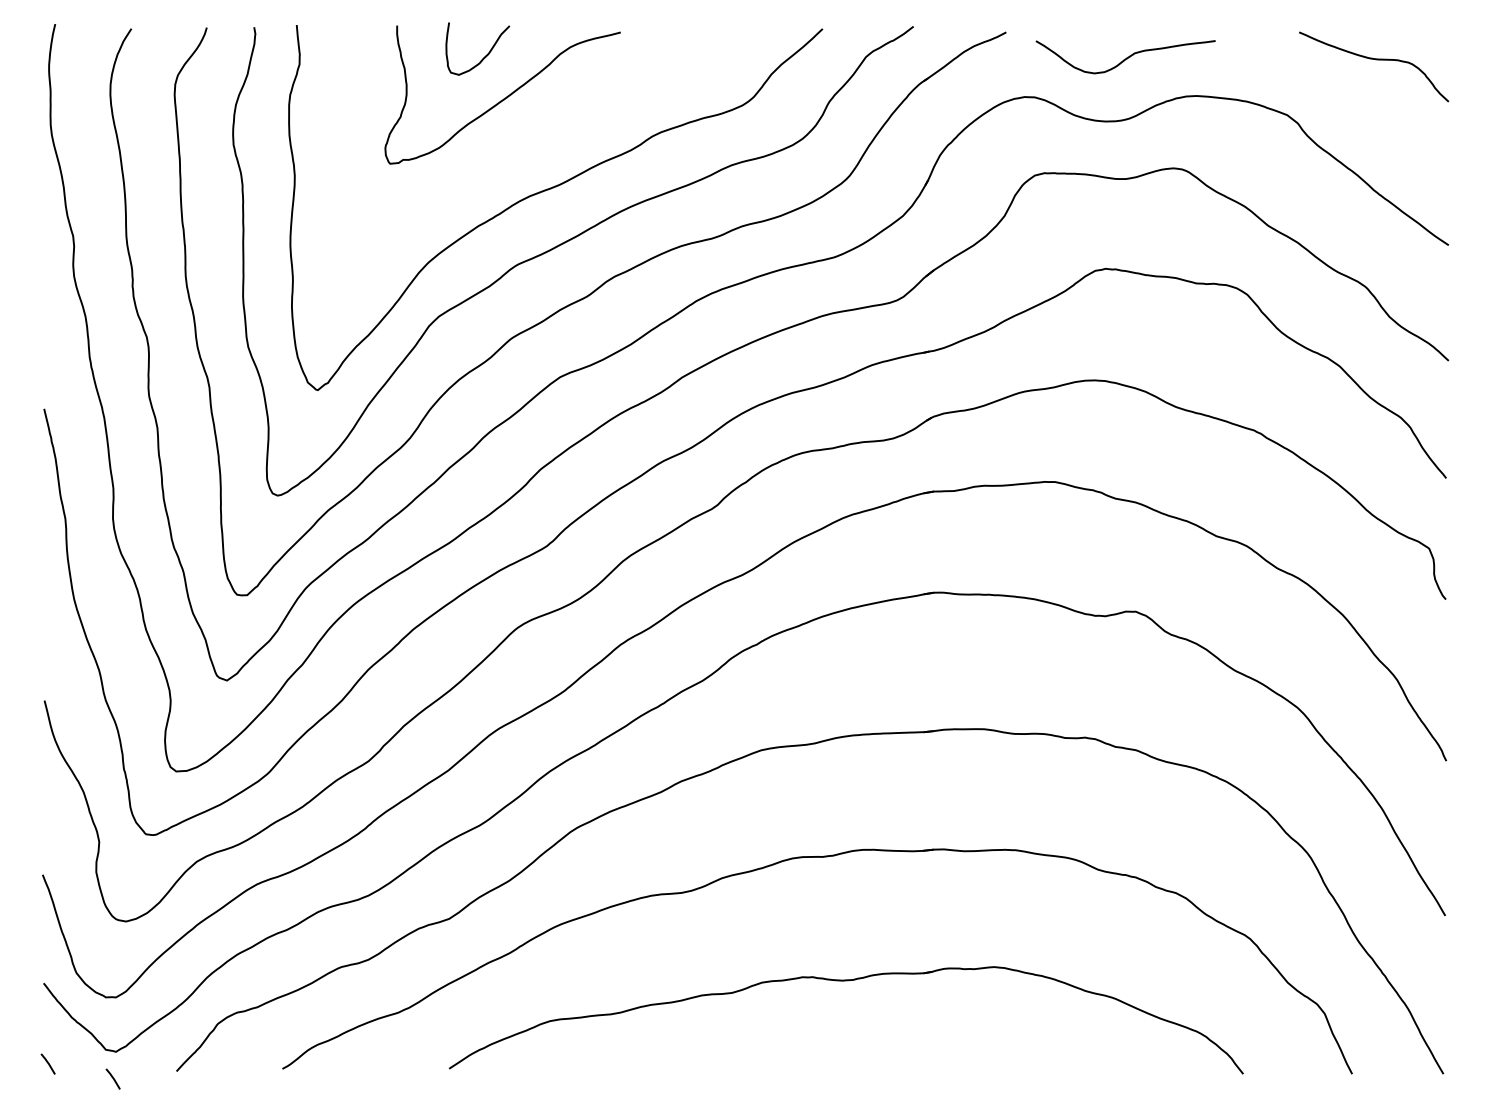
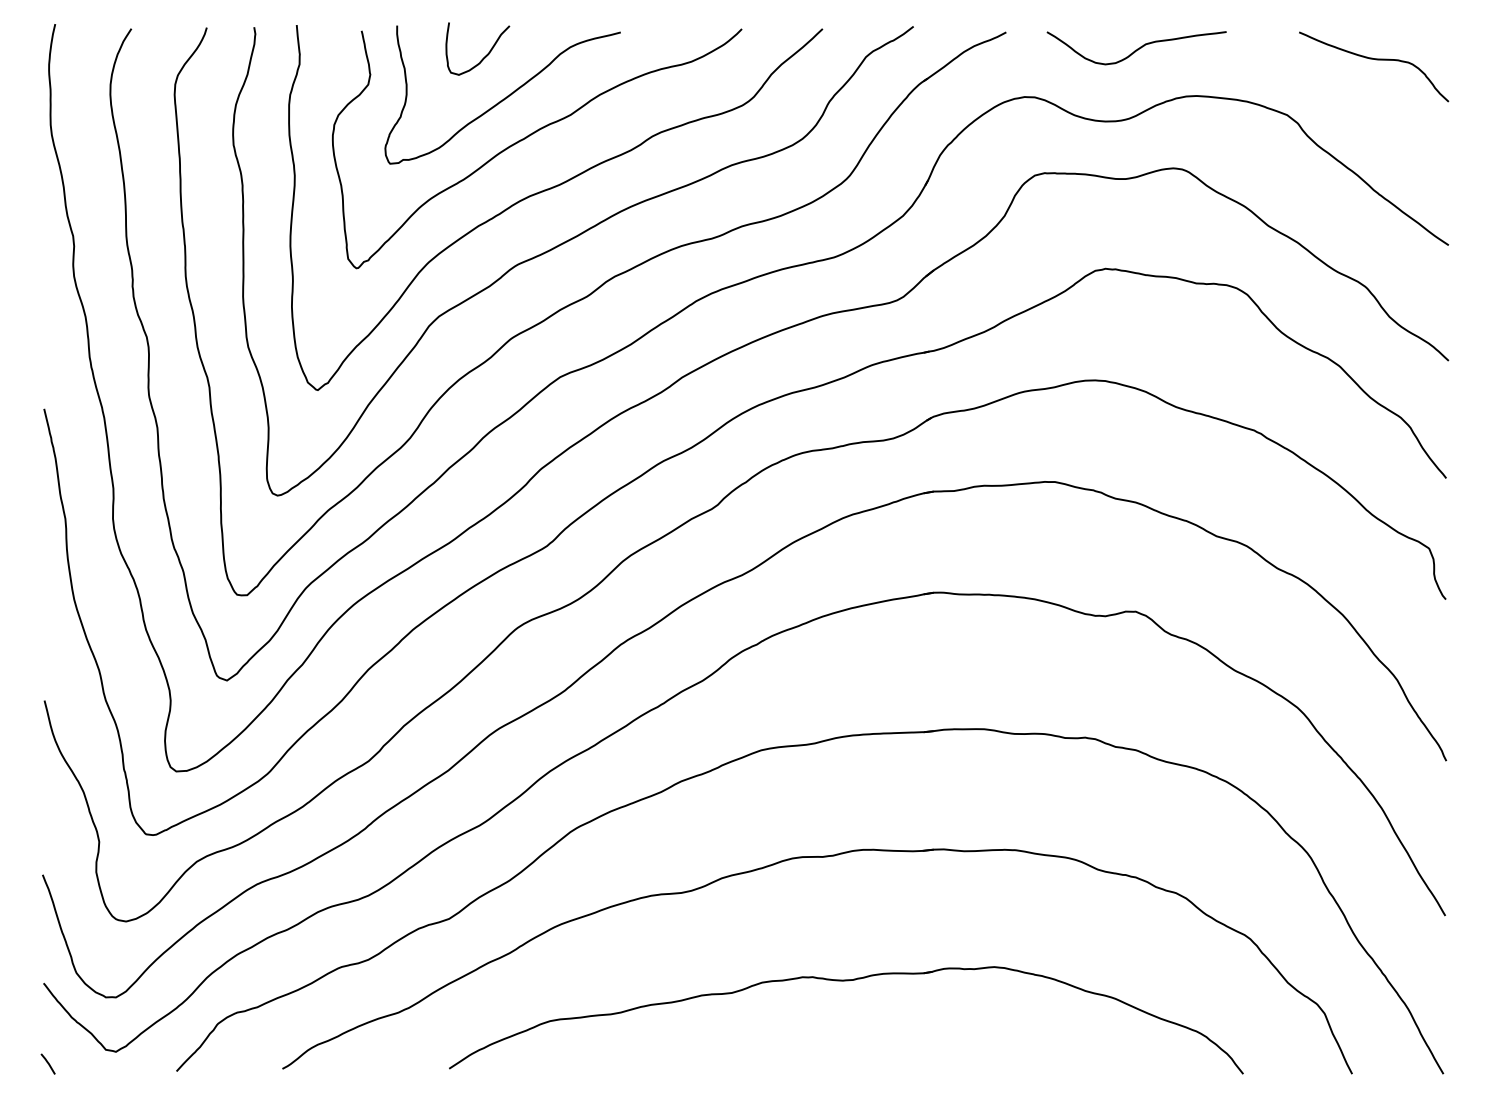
curve at (1126, 57) position: (1126, 57) -> (1137, 48)
curve at (528, 137): none -> present
line at (112, 1078): present -> none
